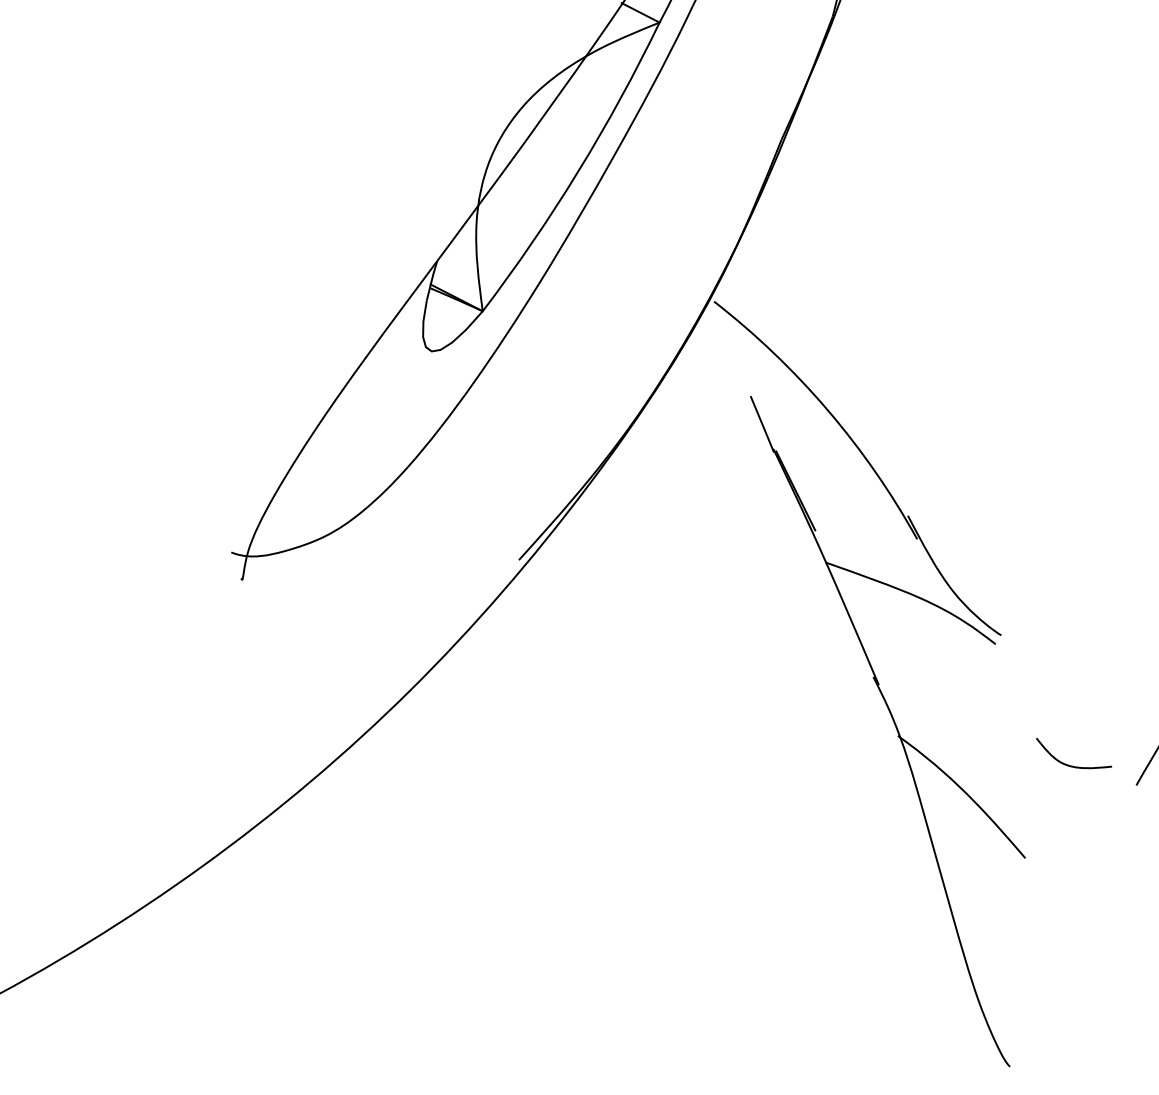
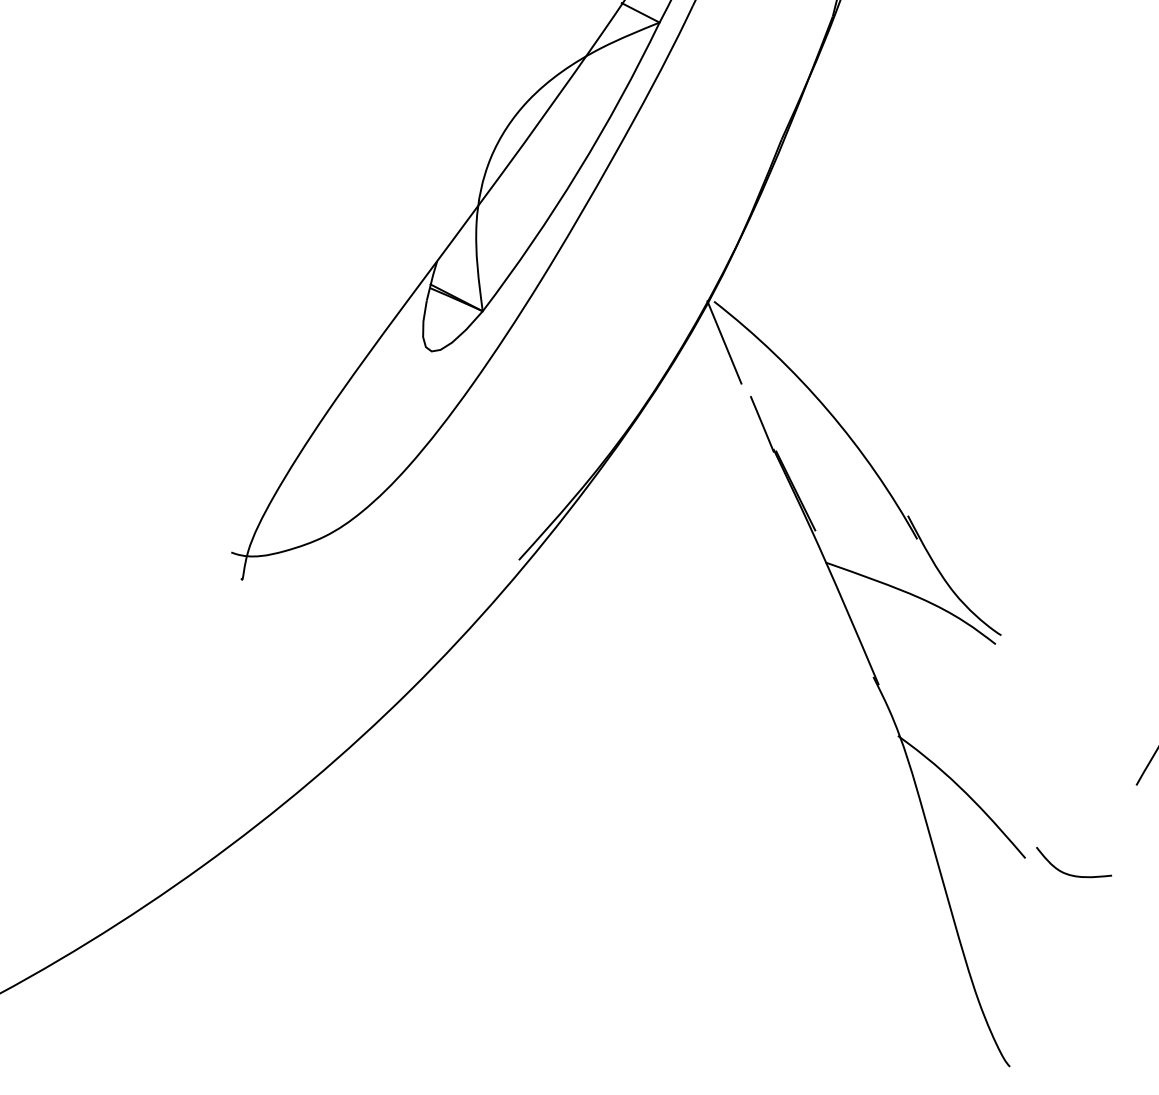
line at (724, 342): none -> present
curve at (1072, 765) position: (1072, 765) -> (1072, 874)
